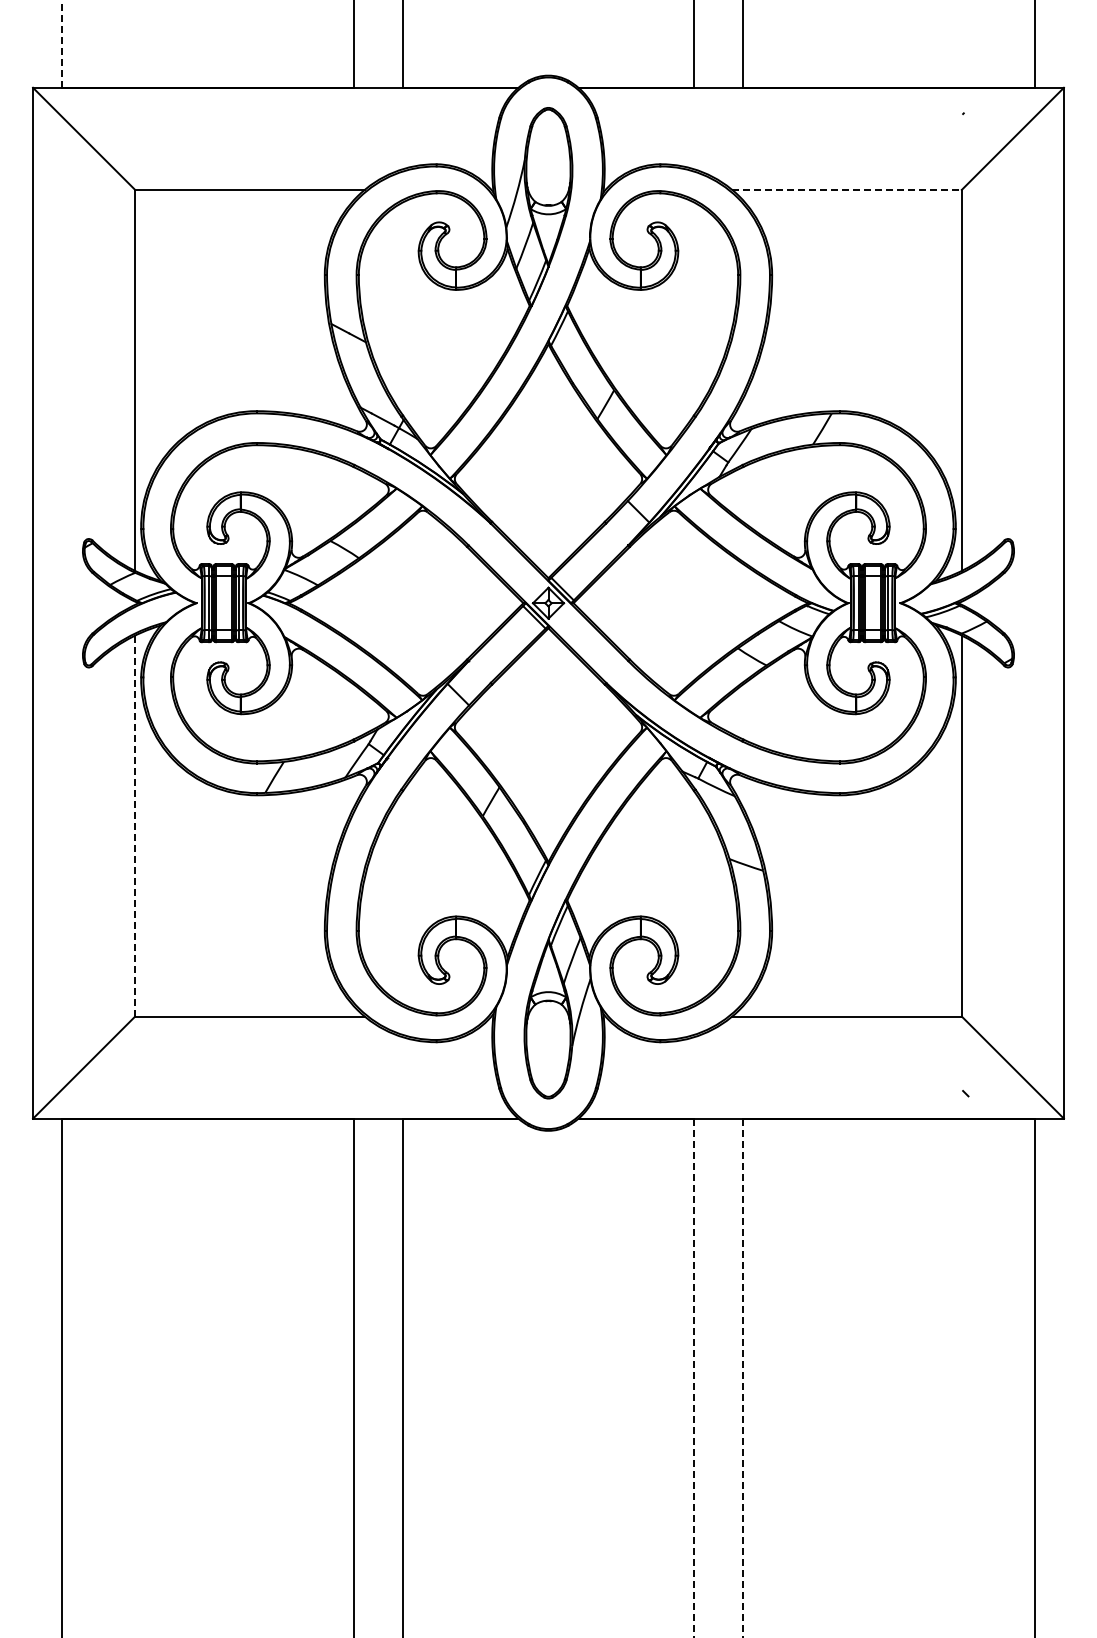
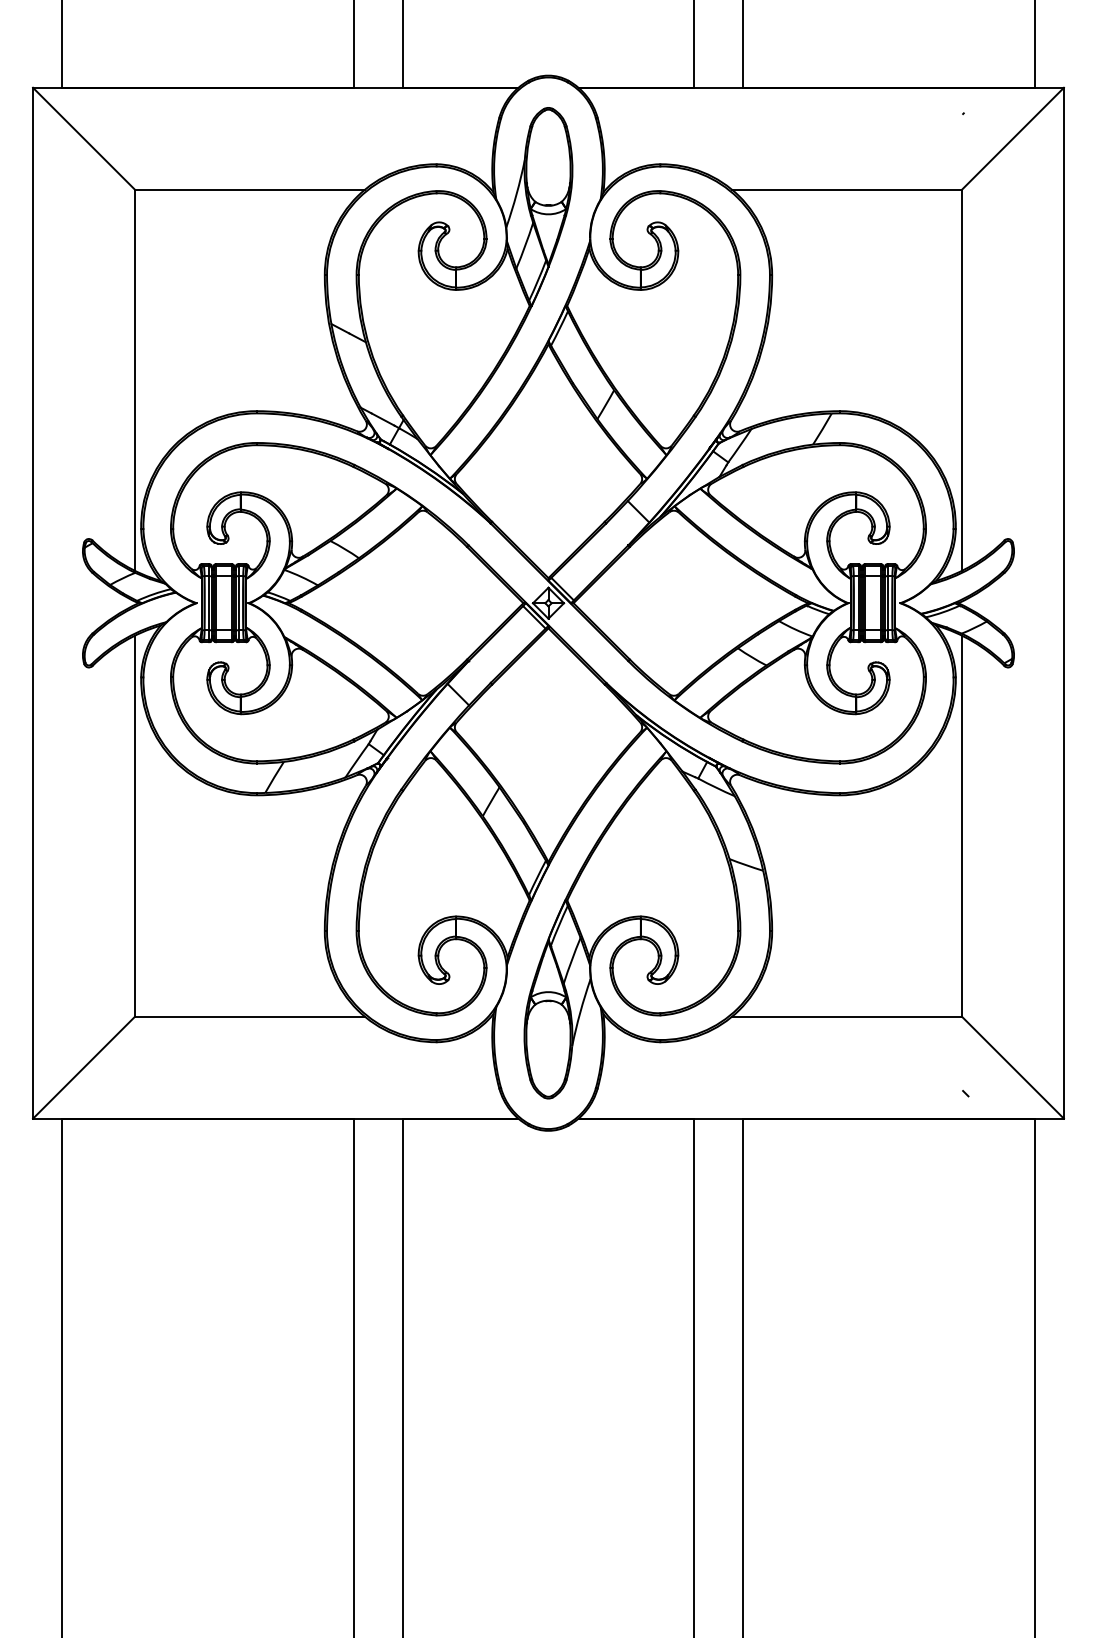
line at (62, 43): dashed -> solid
line at (847, 189): dashed -> solid
line at (135, 826): dashed -> solid
line at (694, 1378): dashed -> solid
line at (743, 1378): dashed -> solid
